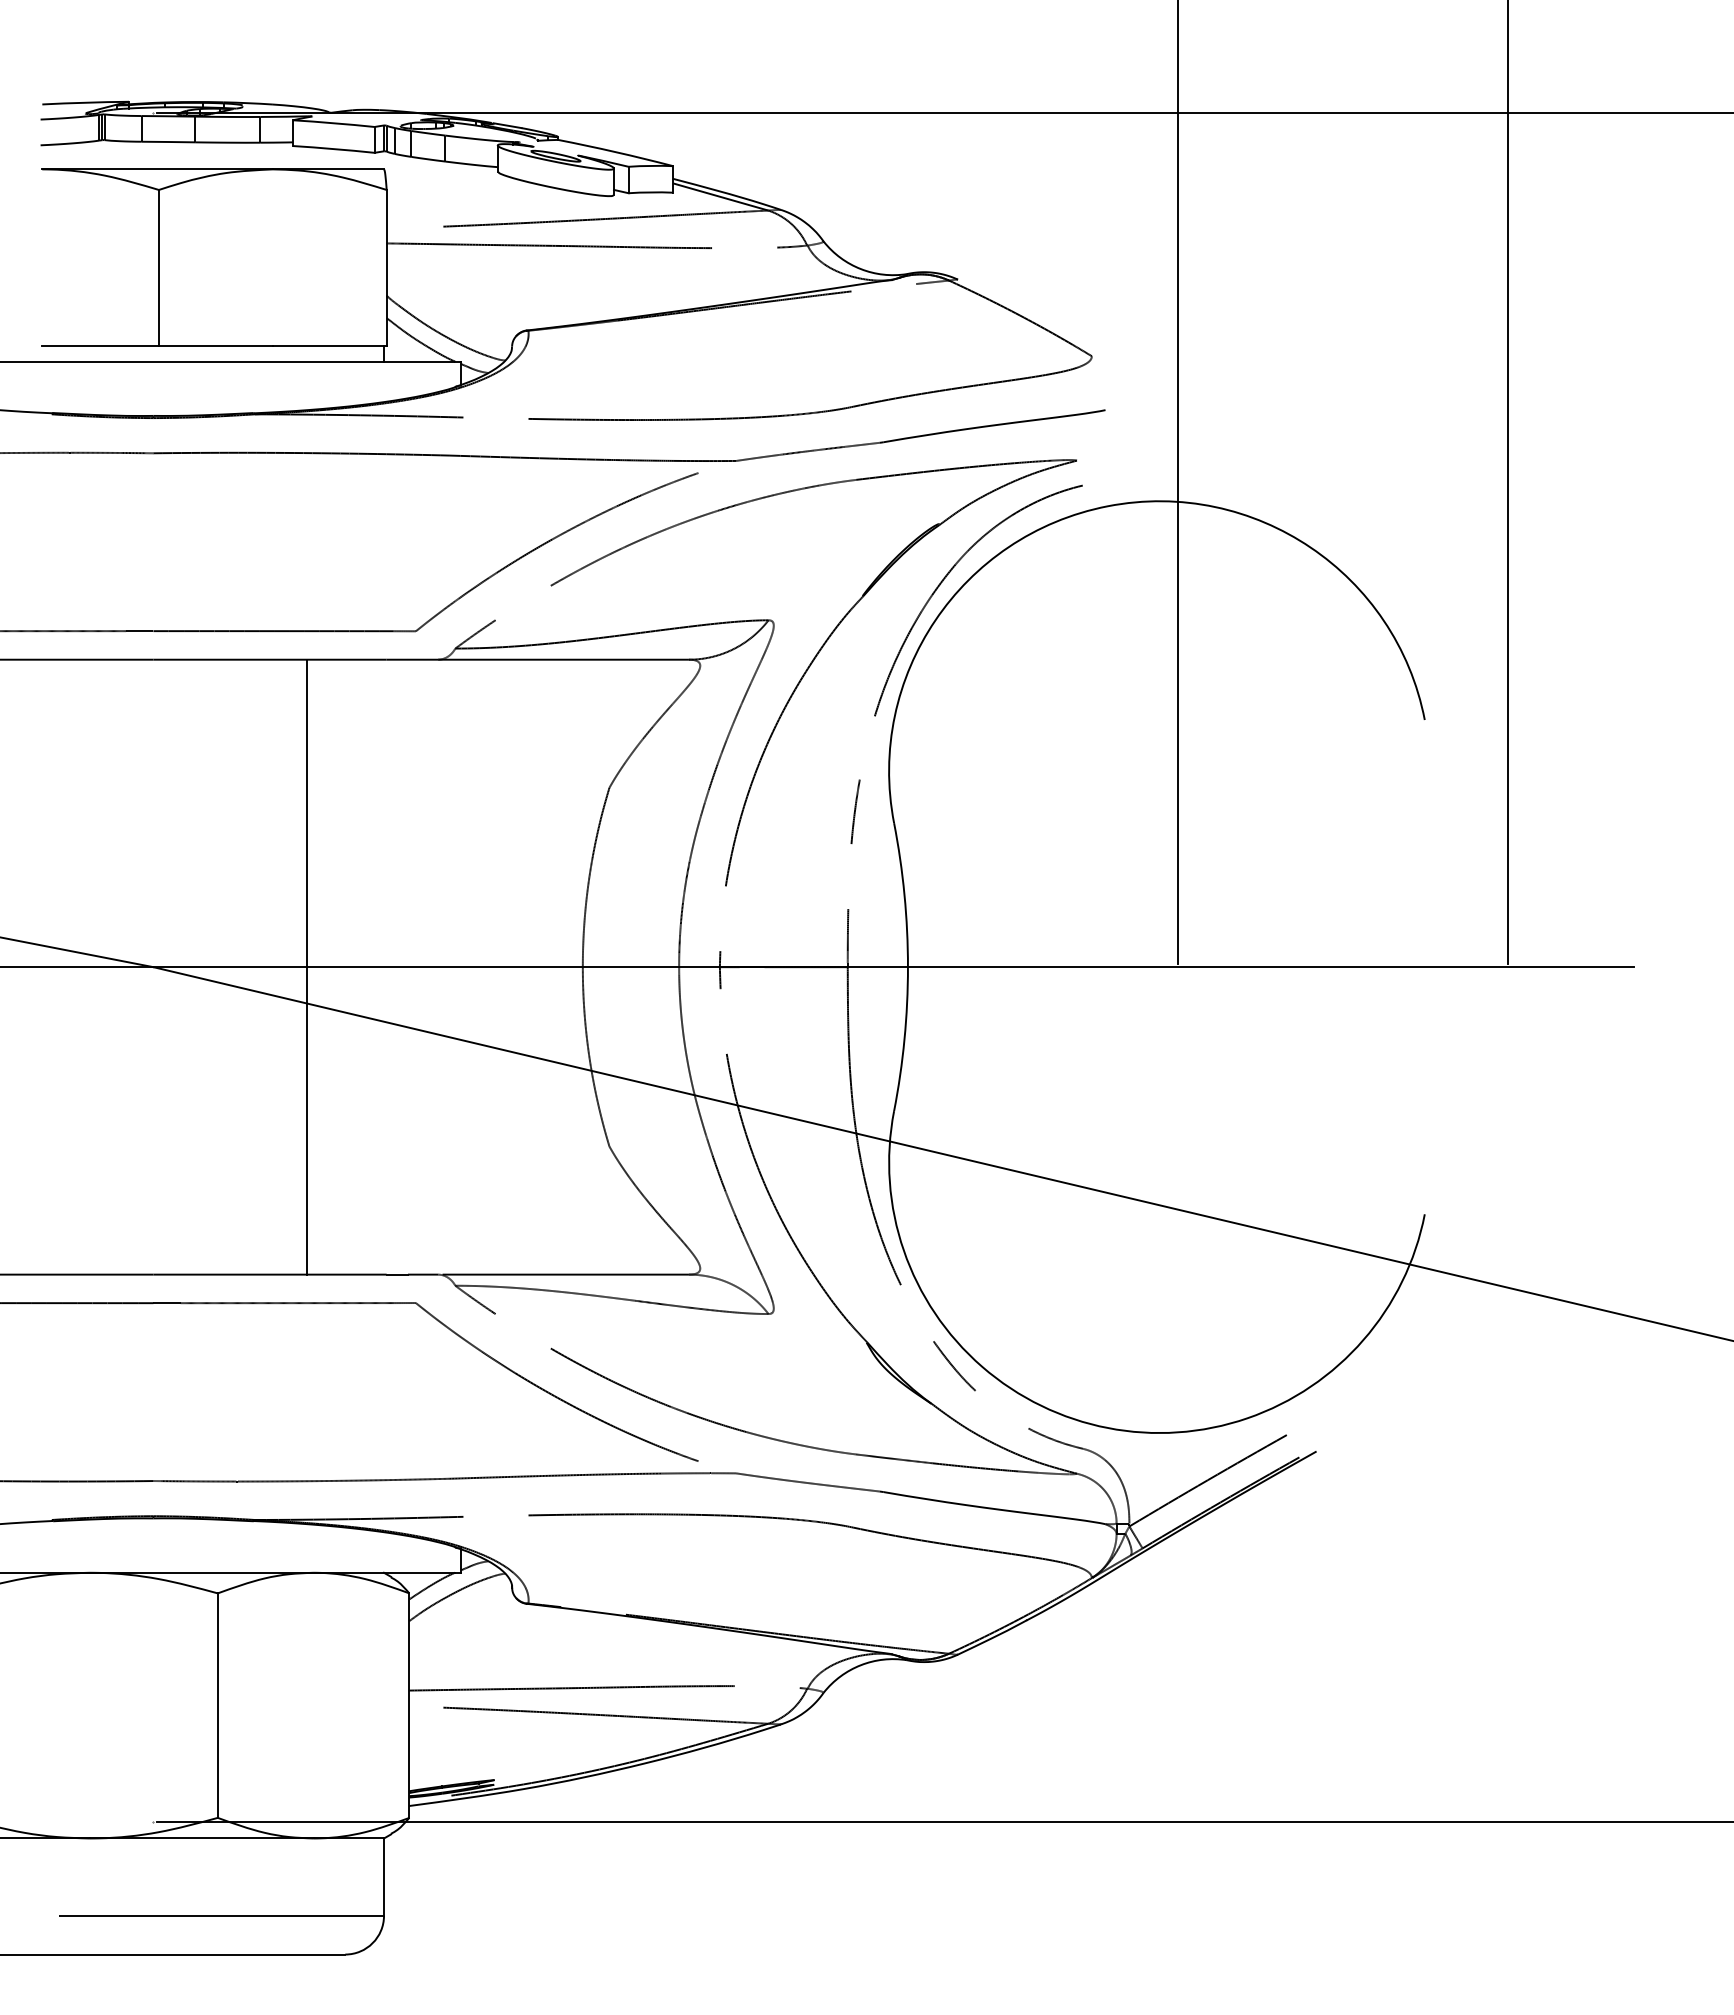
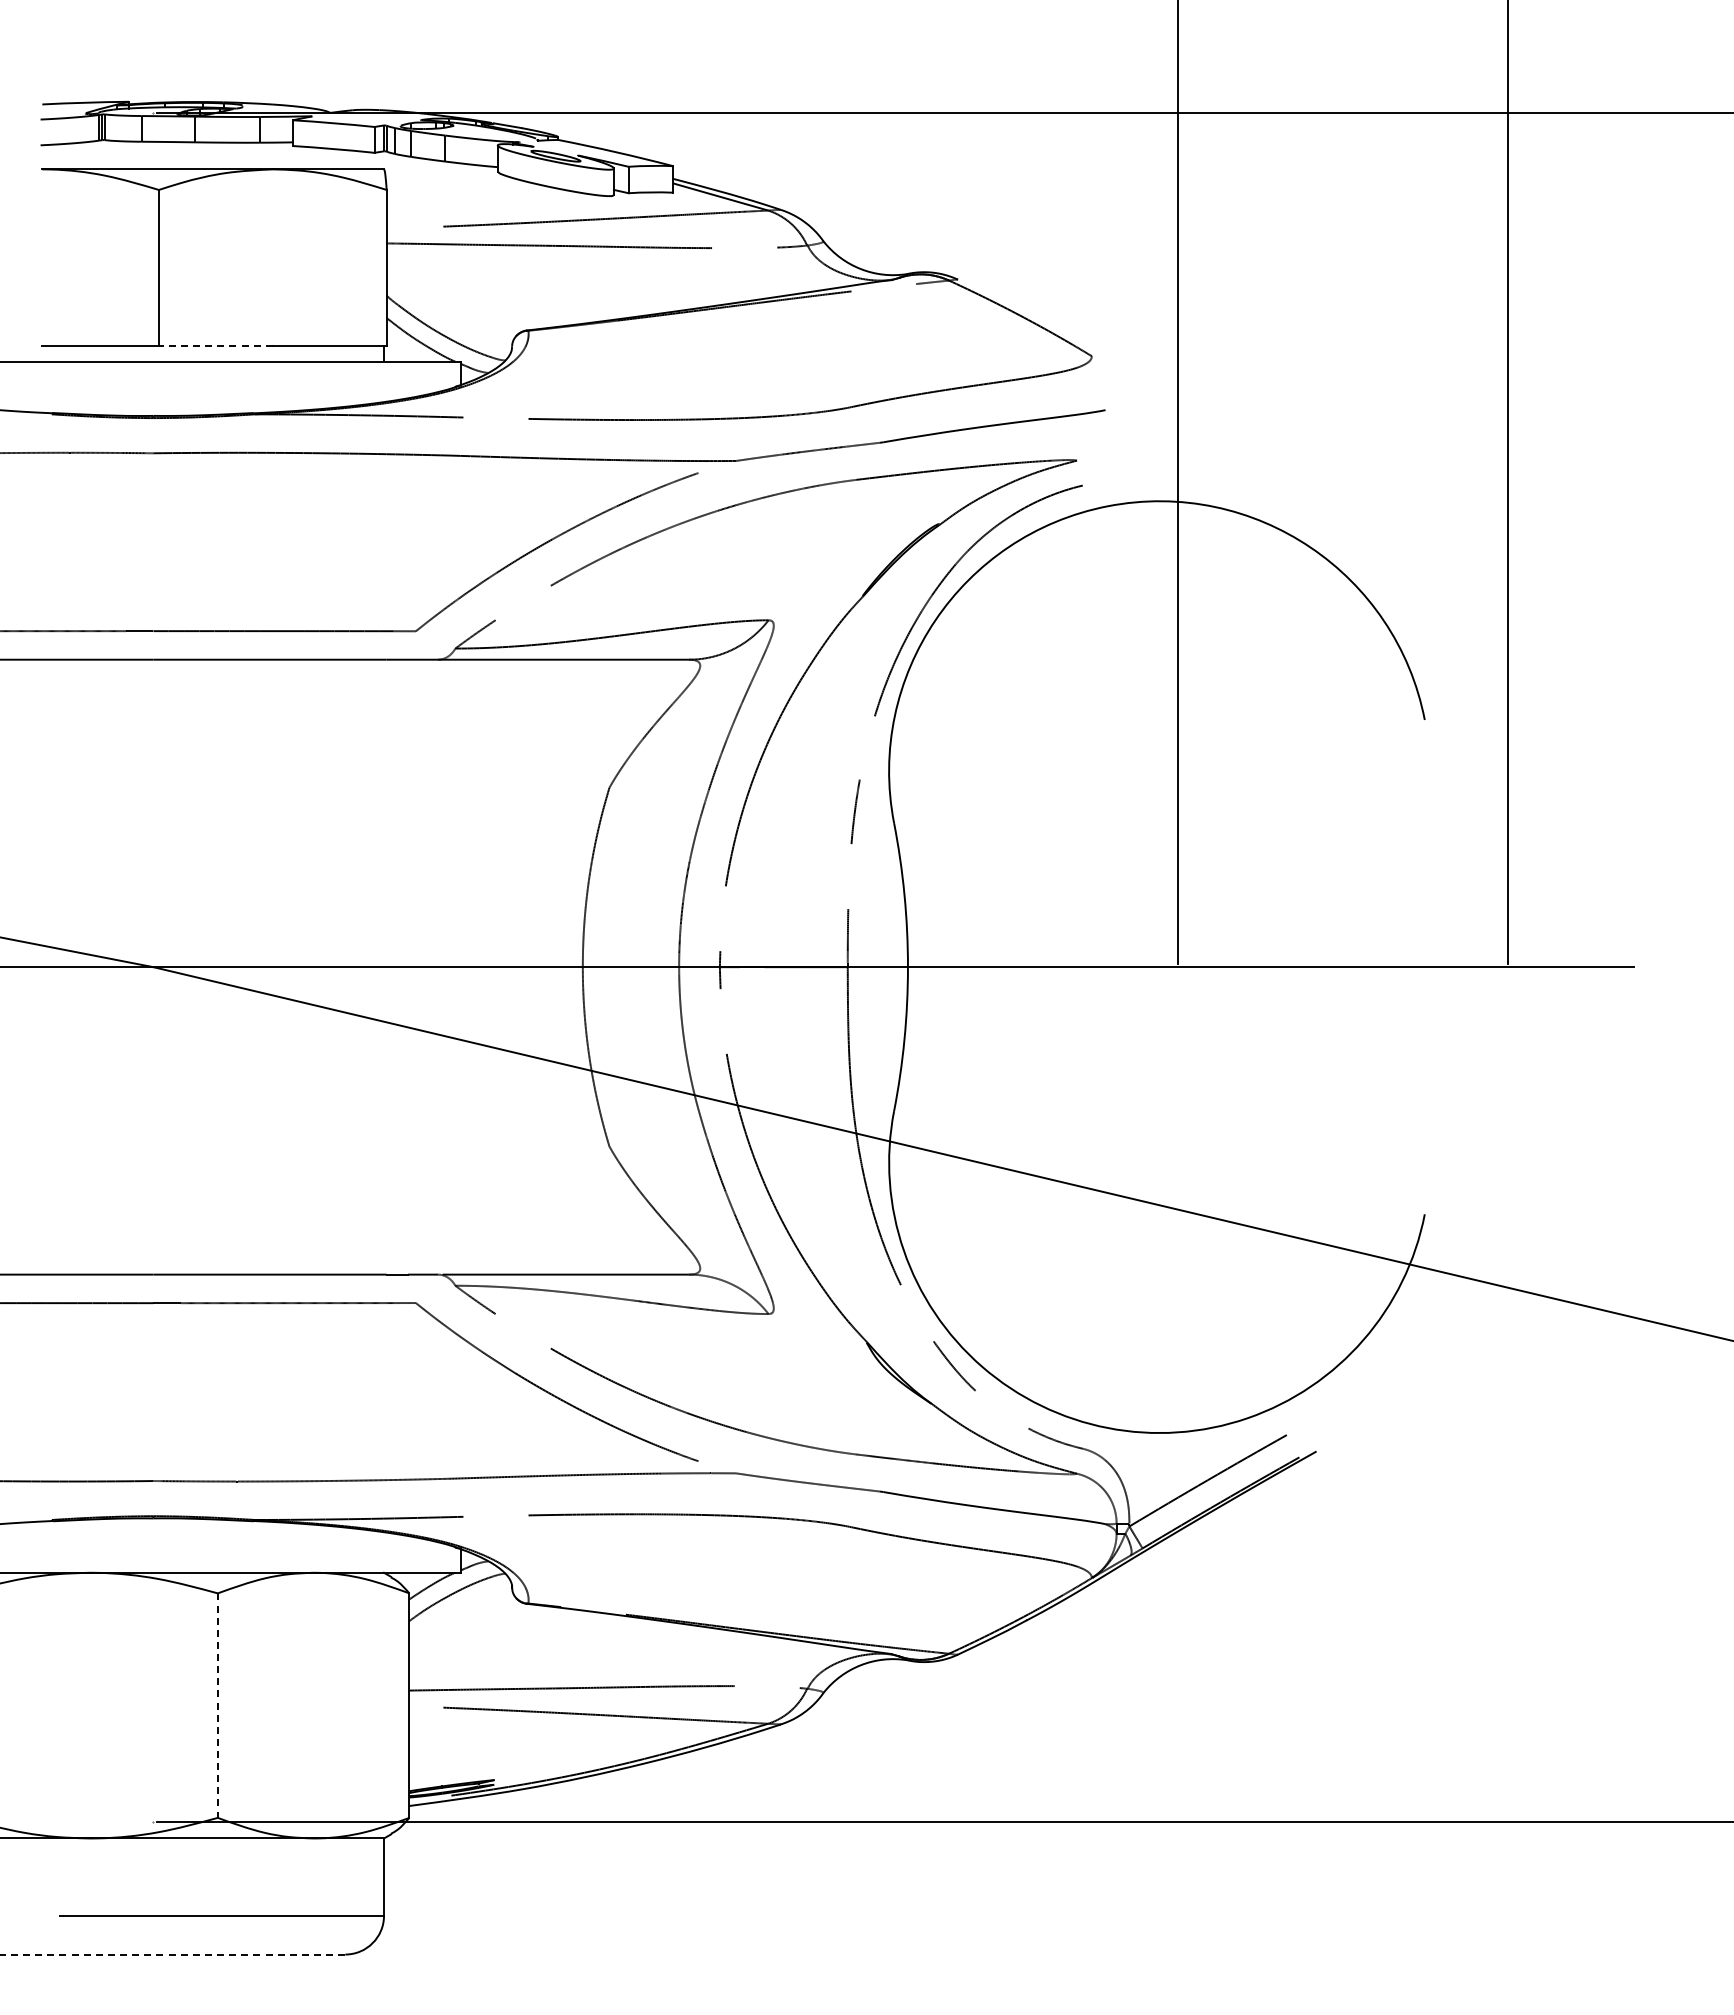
line at (215, 346): solid -> dashed
line at (307, 966): present -> none
line at (217, 1706): solid -> dashed
line at (172, 1954): solid -> dashed
